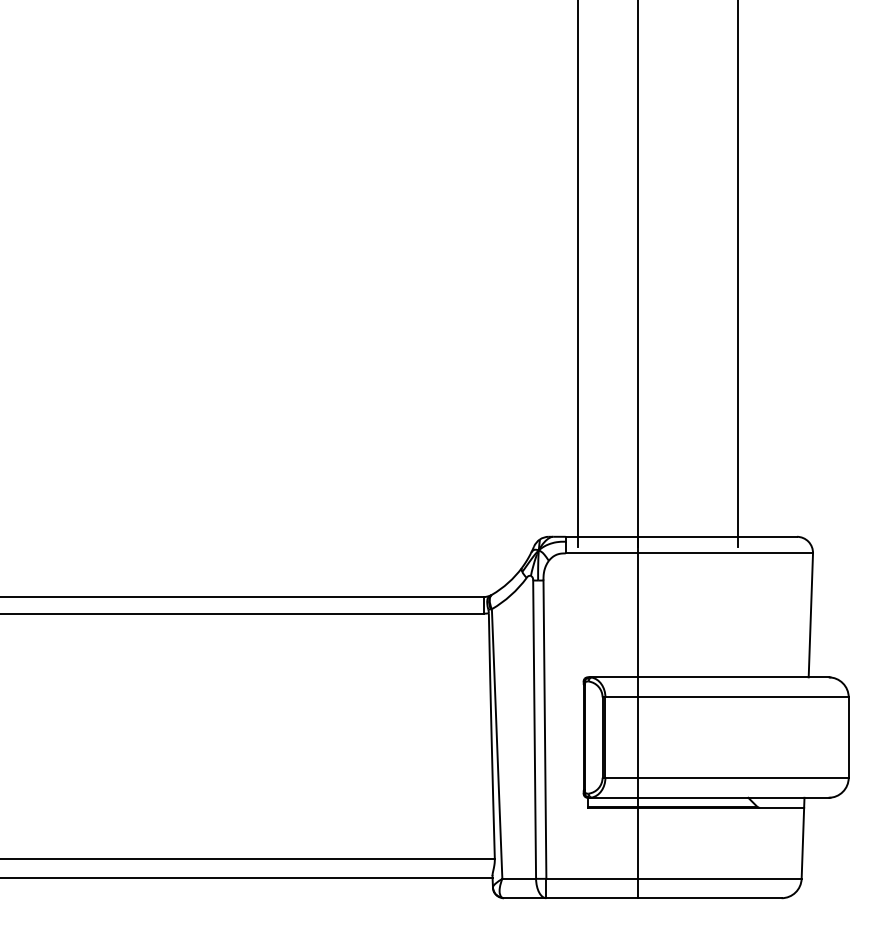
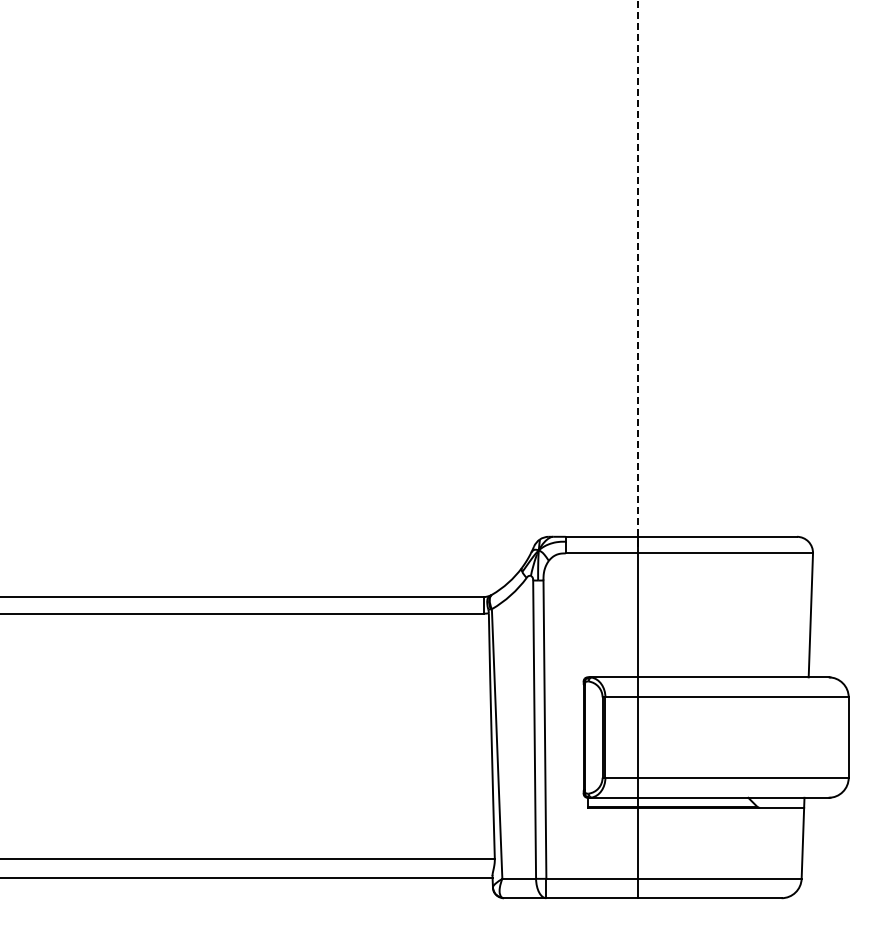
line at (637, 273): solid -> dashed
line at (577, 274): present -> none
line at (738, 274): present -> none
